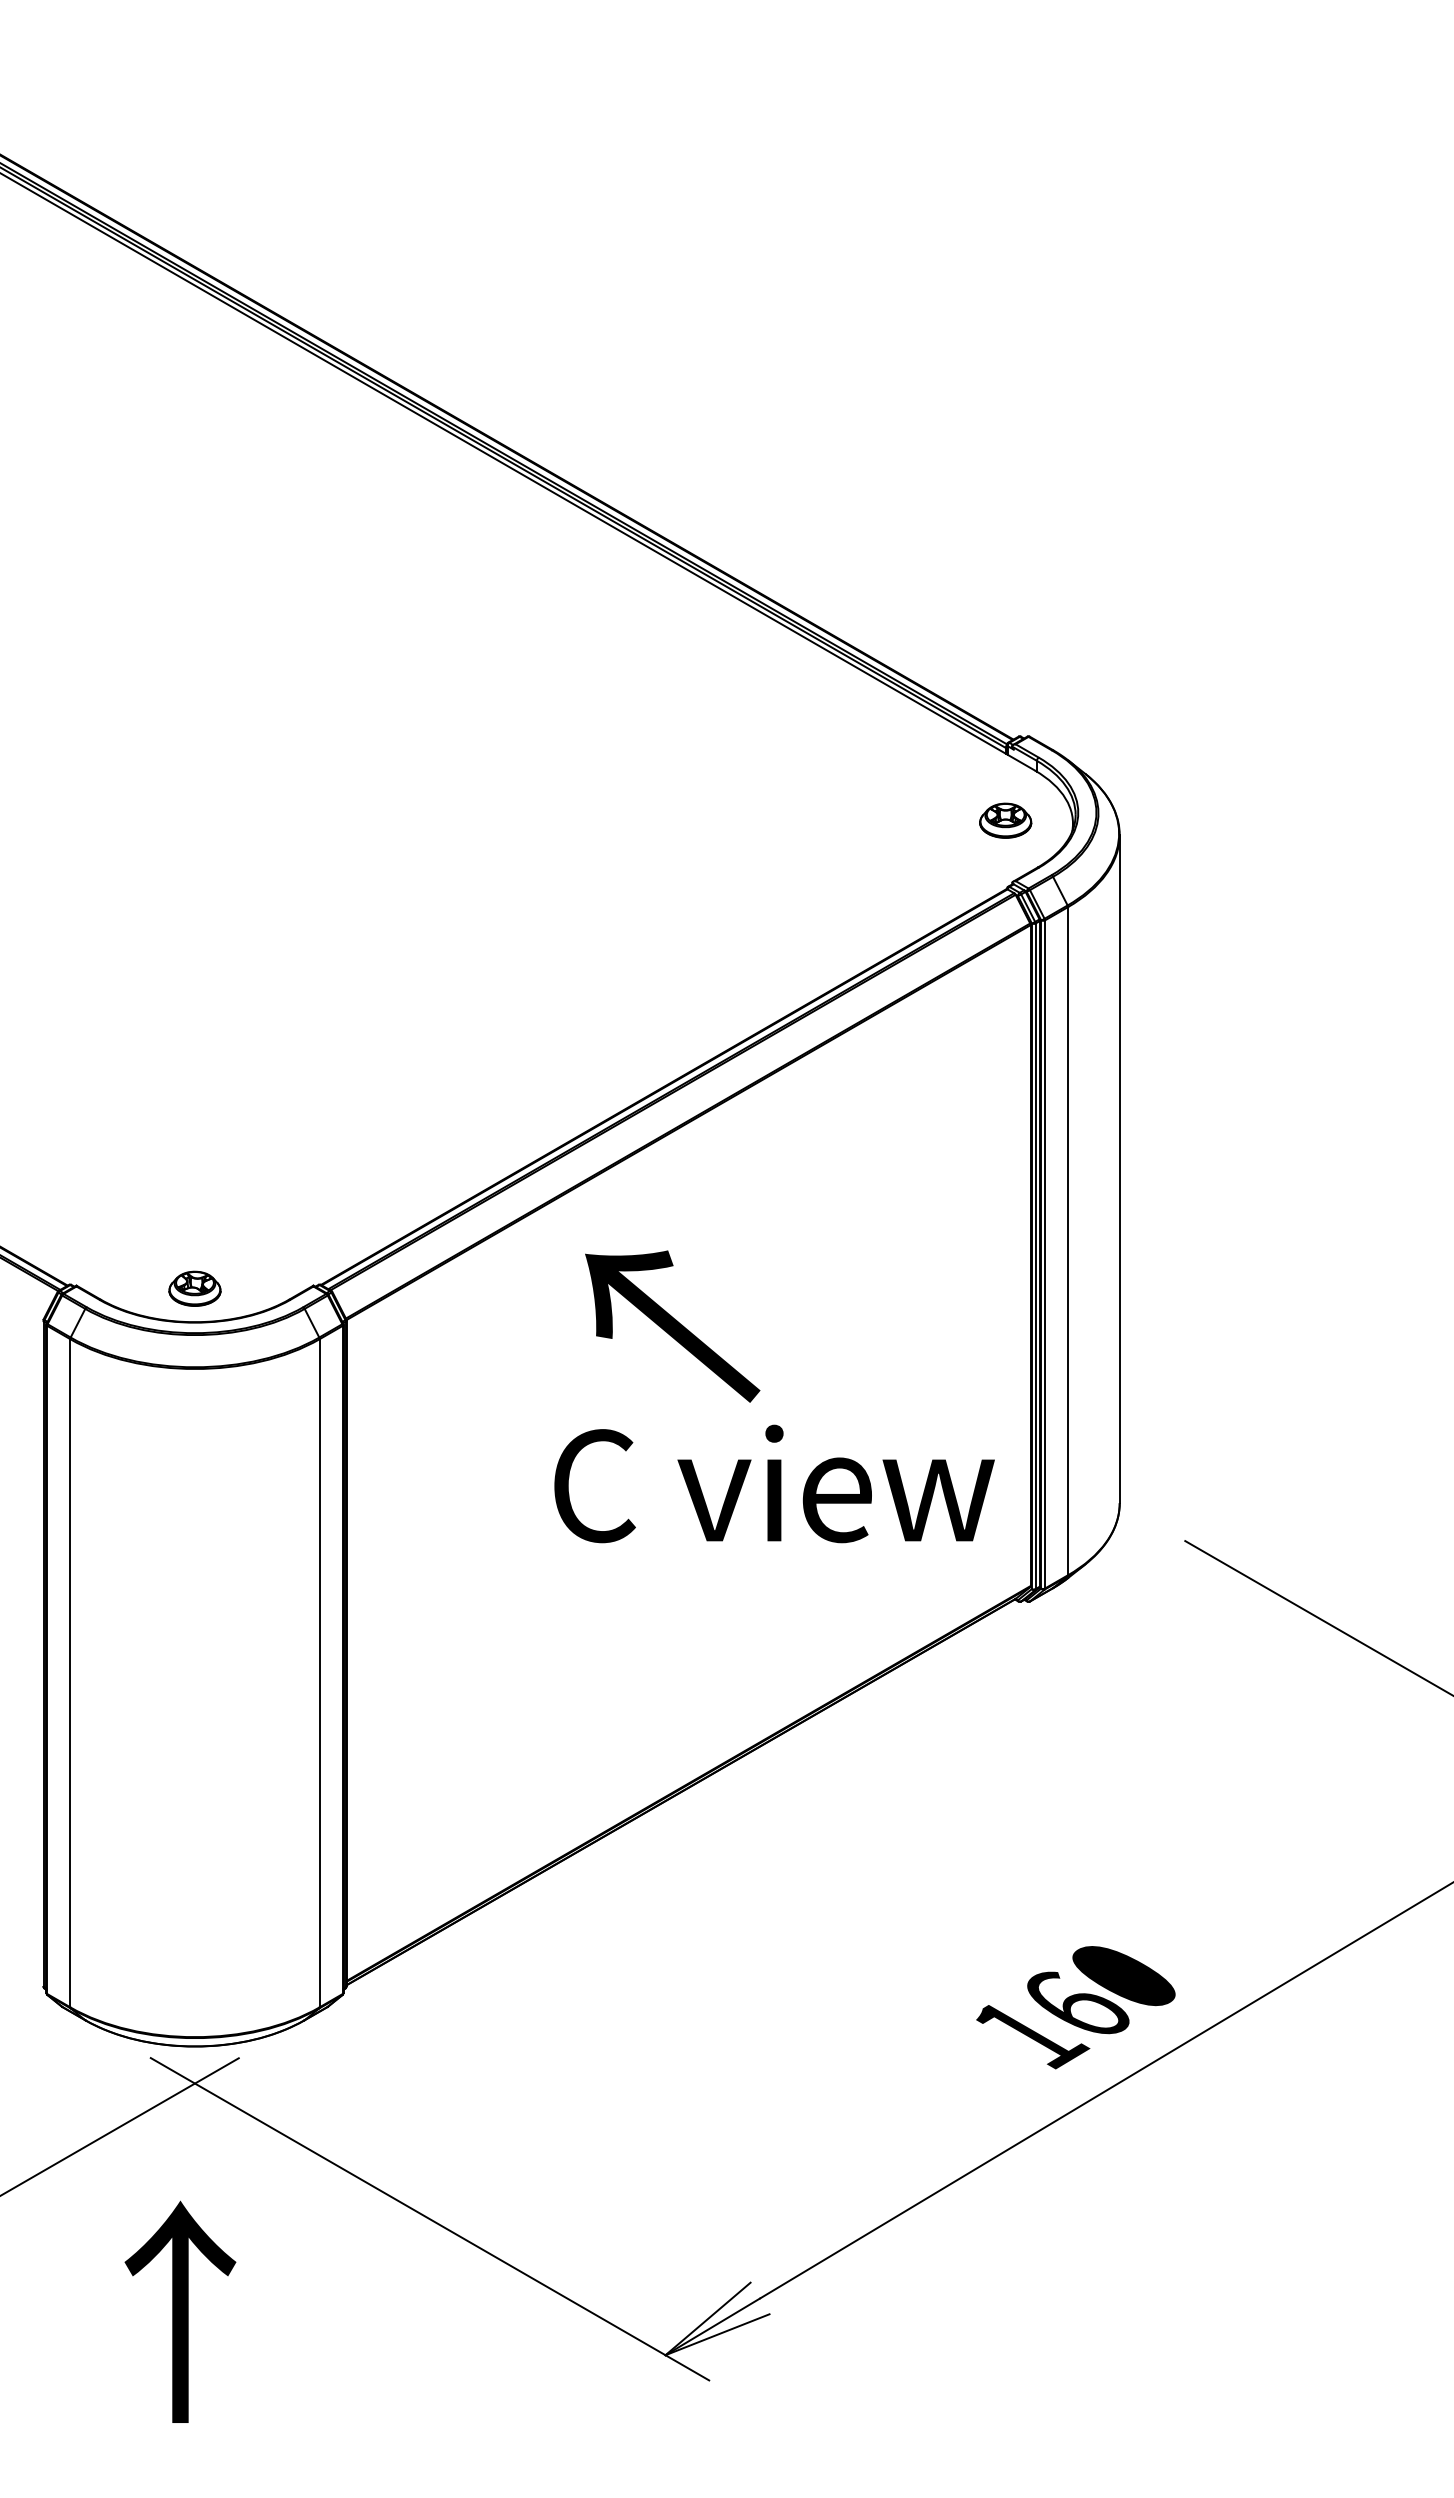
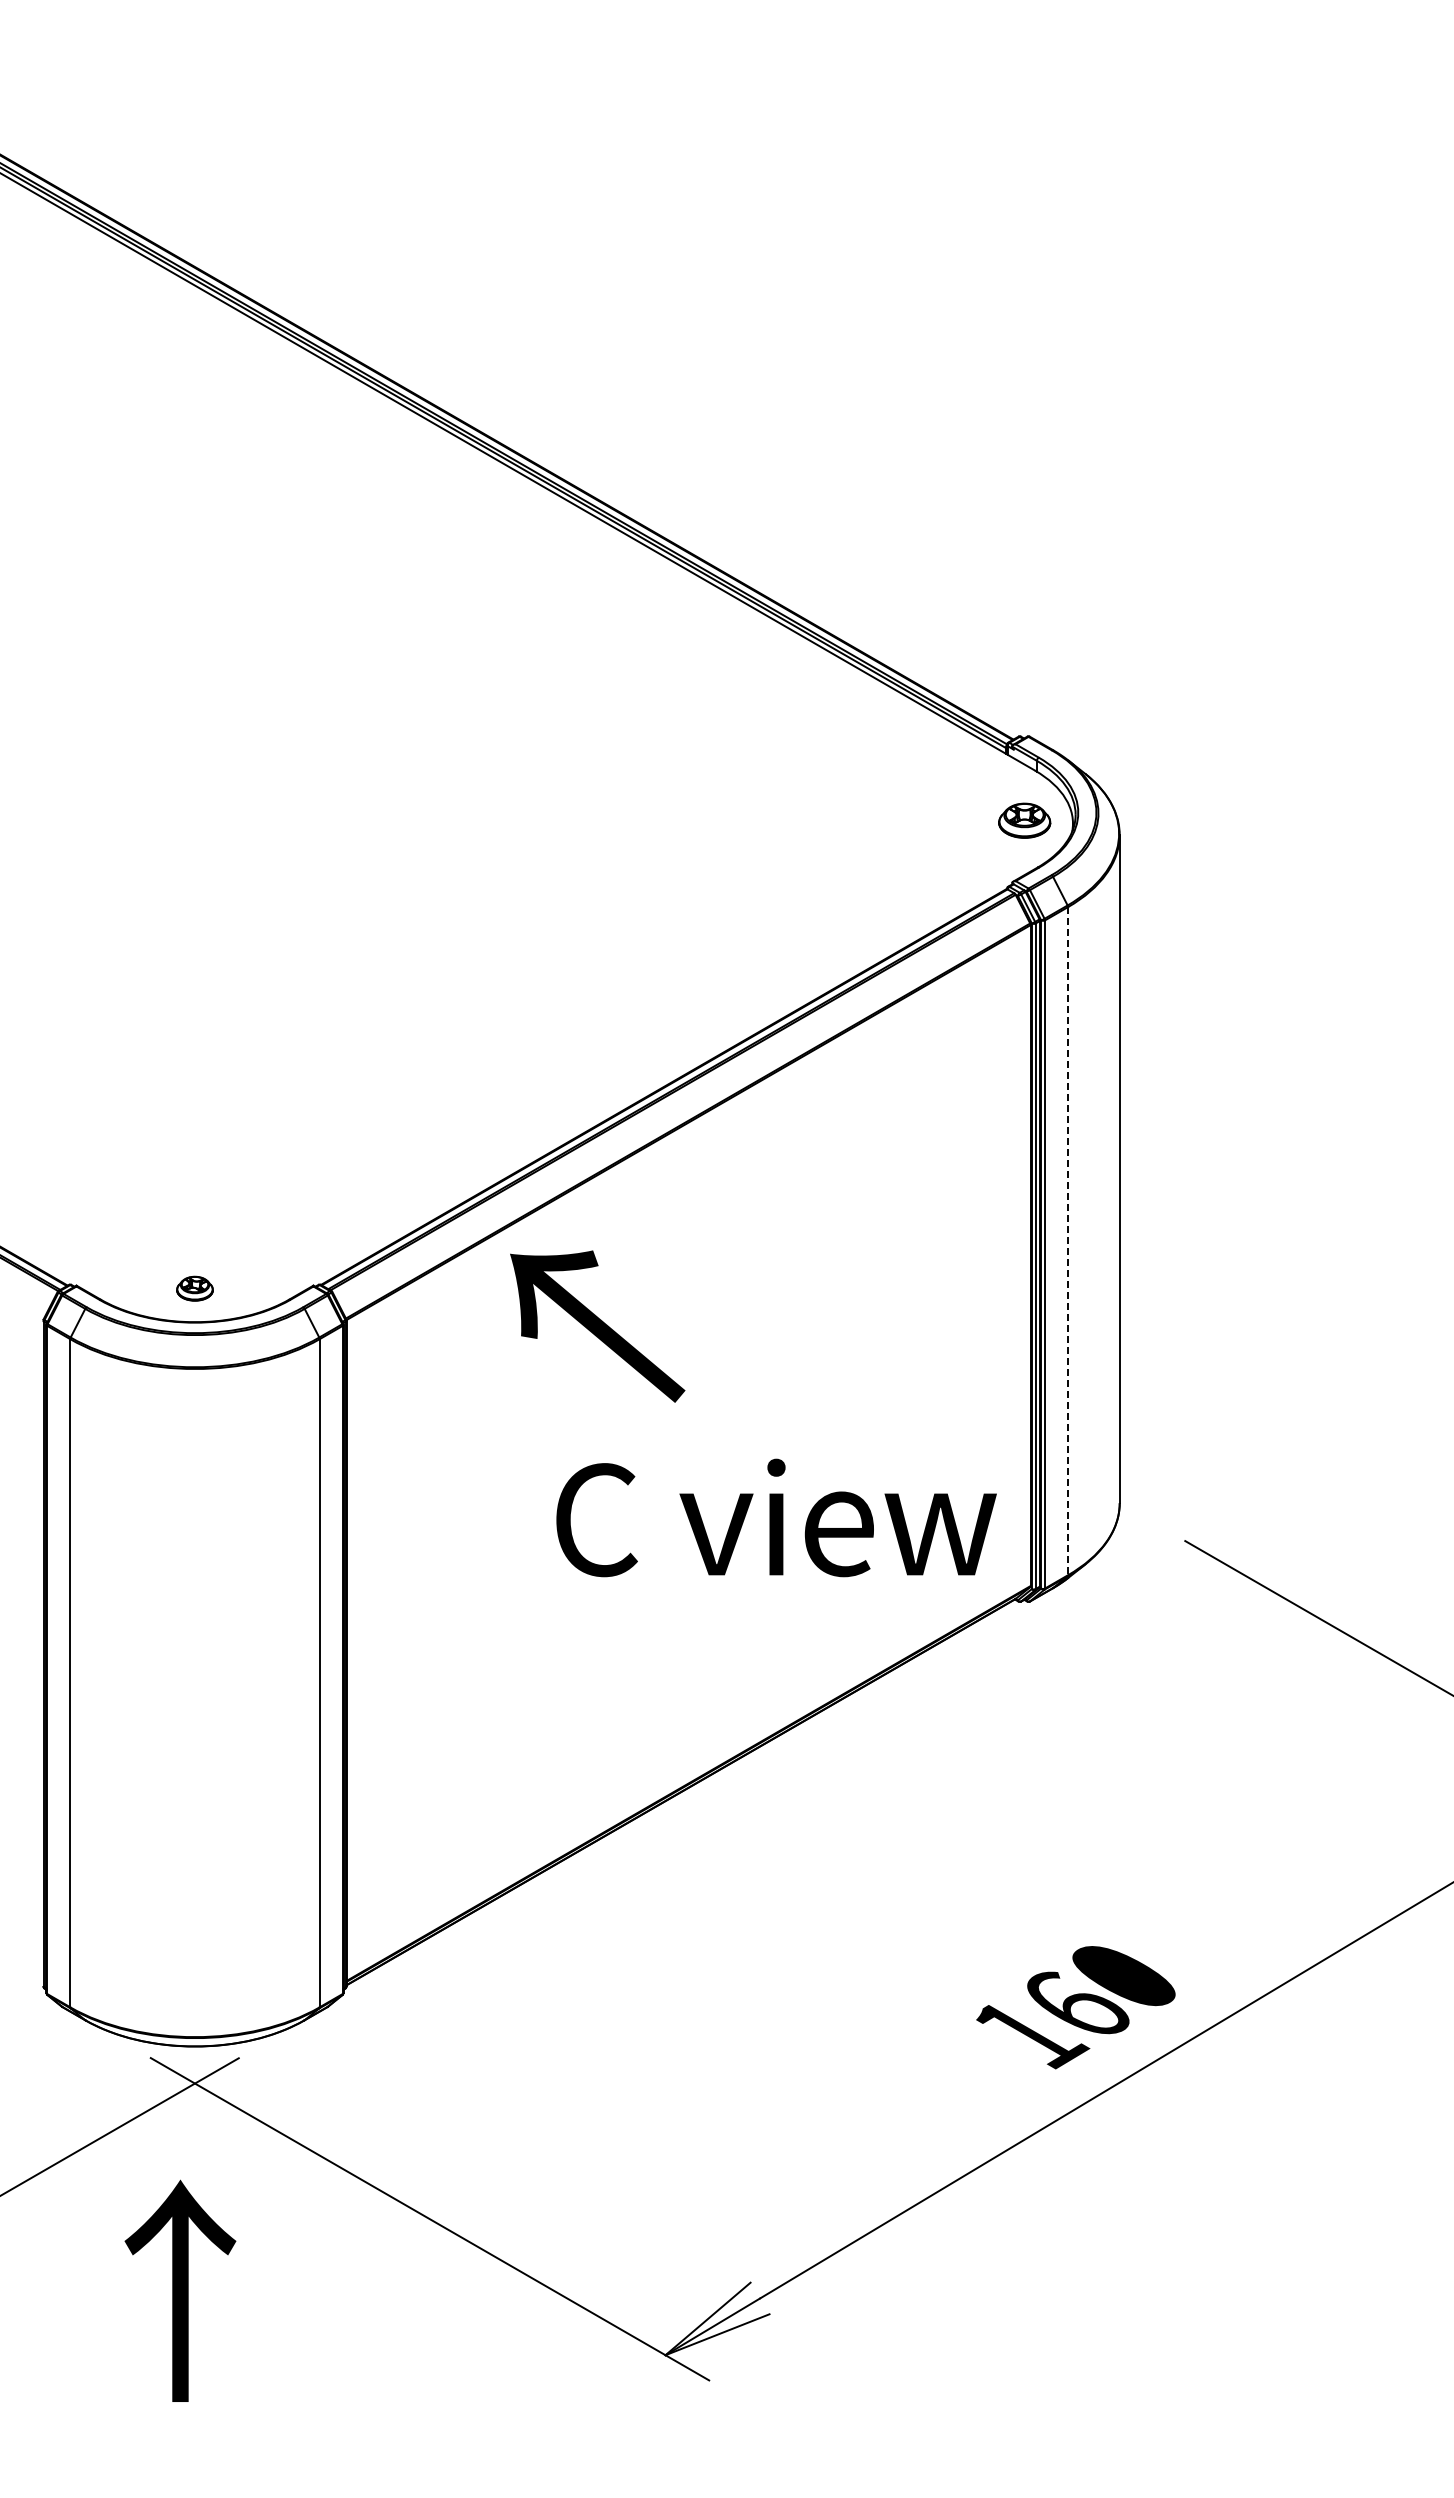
part at (1005, 820) position: (1005, 820) -> (1024, 820)
line at (1068, 1241): solid -> dashed
part at (194, 1288) size: 54x37 px -> 38x27 px
text at (672, 1326) position: (672, 1326) -> (597, 1326)
text at (774, 1483) position: (774, 1483) -> (776, 1517)
text at (180, 2311) position: (180, 2311) -> (180, 2290)
